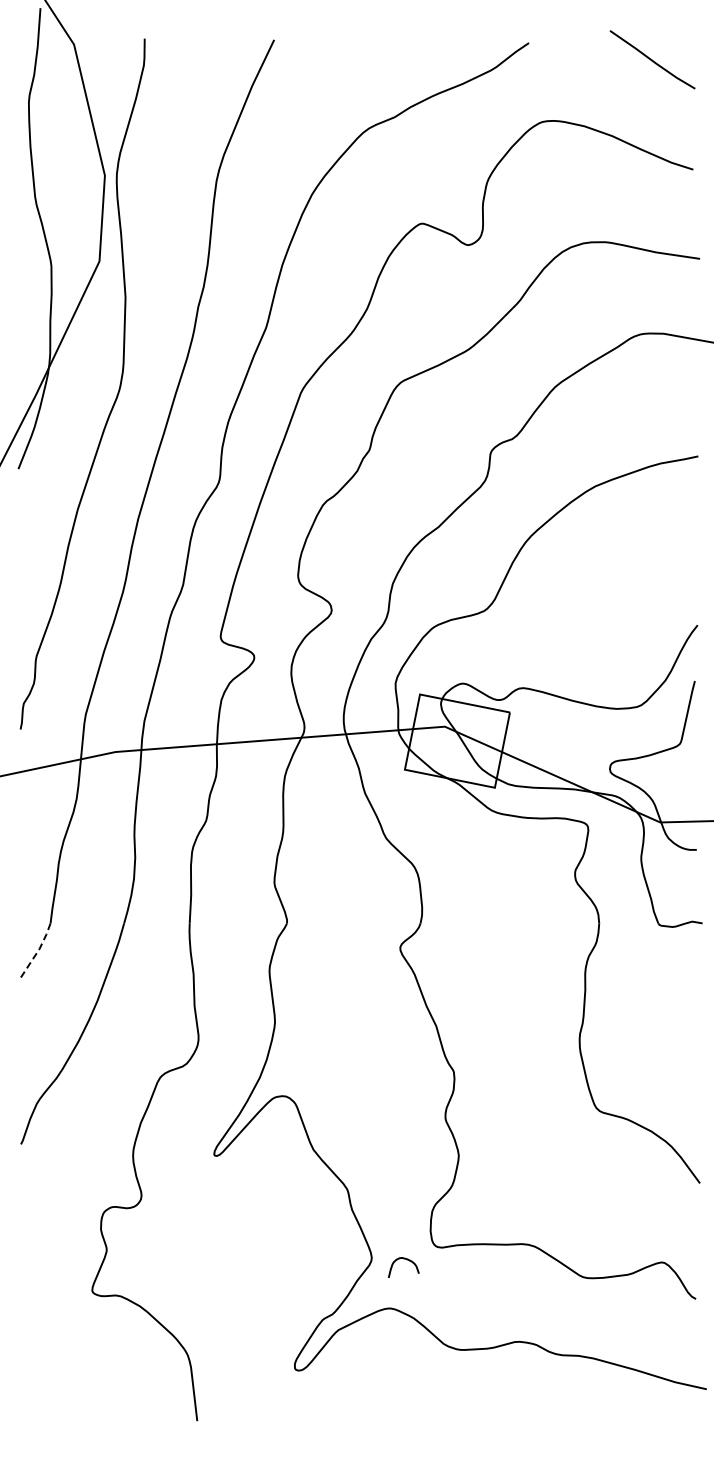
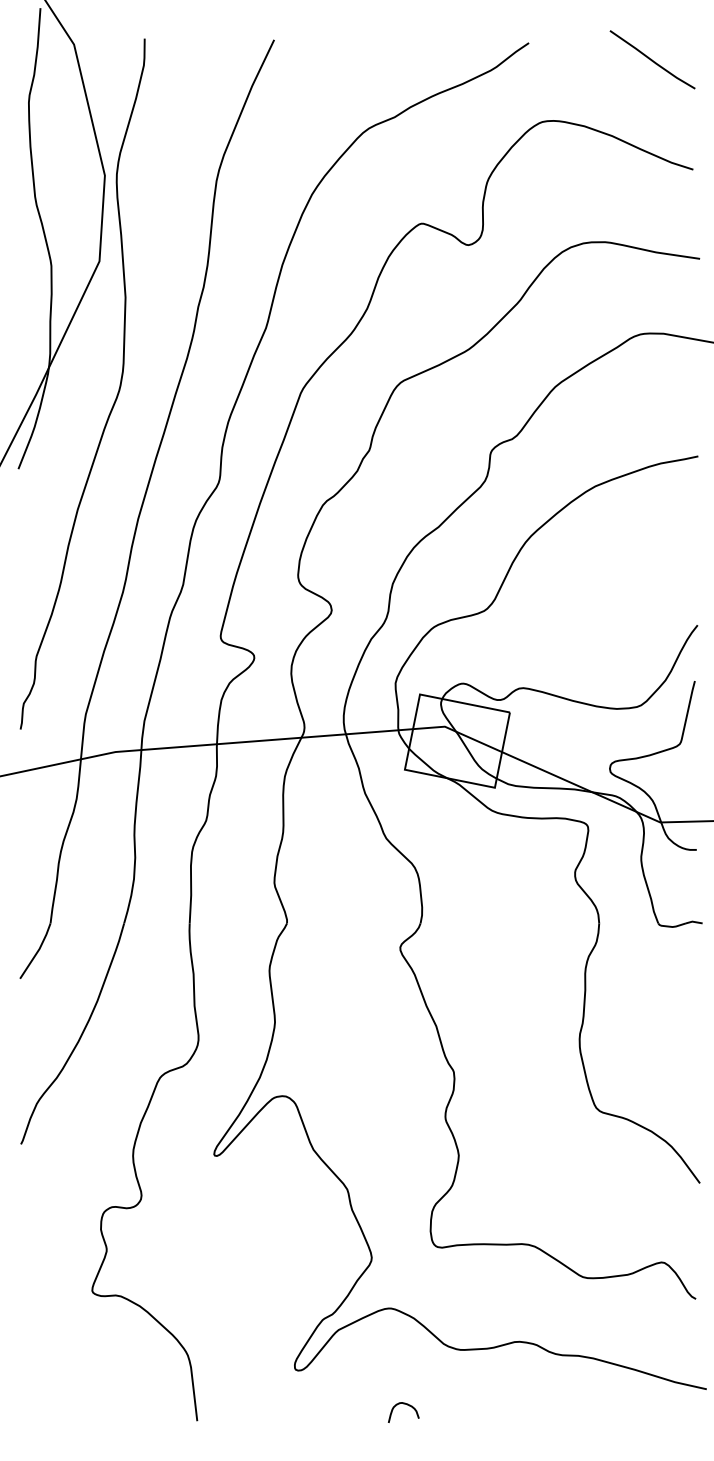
line at (37, 951): dashed -> solid
curve at (403, 1259) position: (403, 1259) -> (403, 1404)
